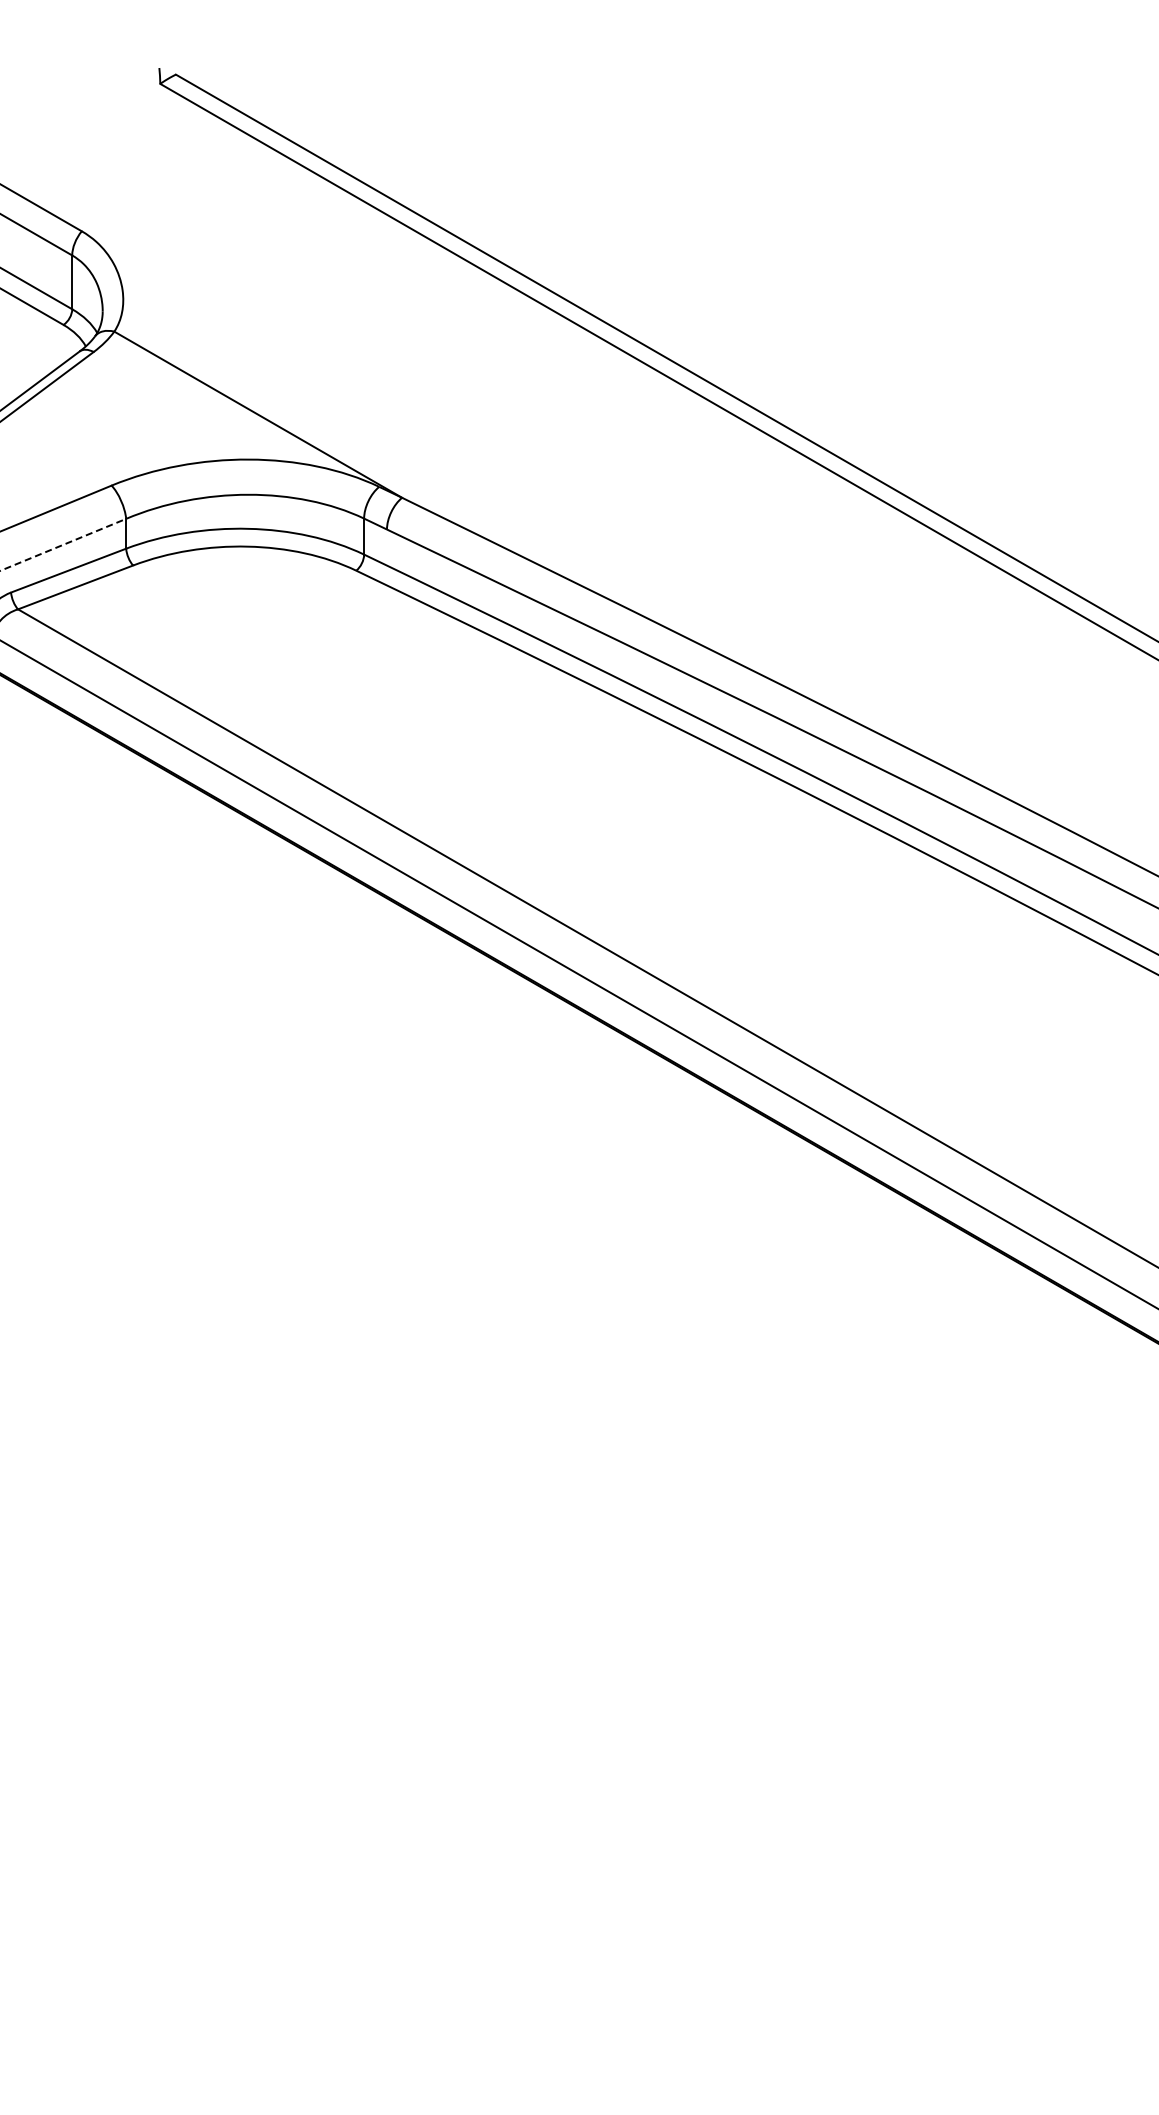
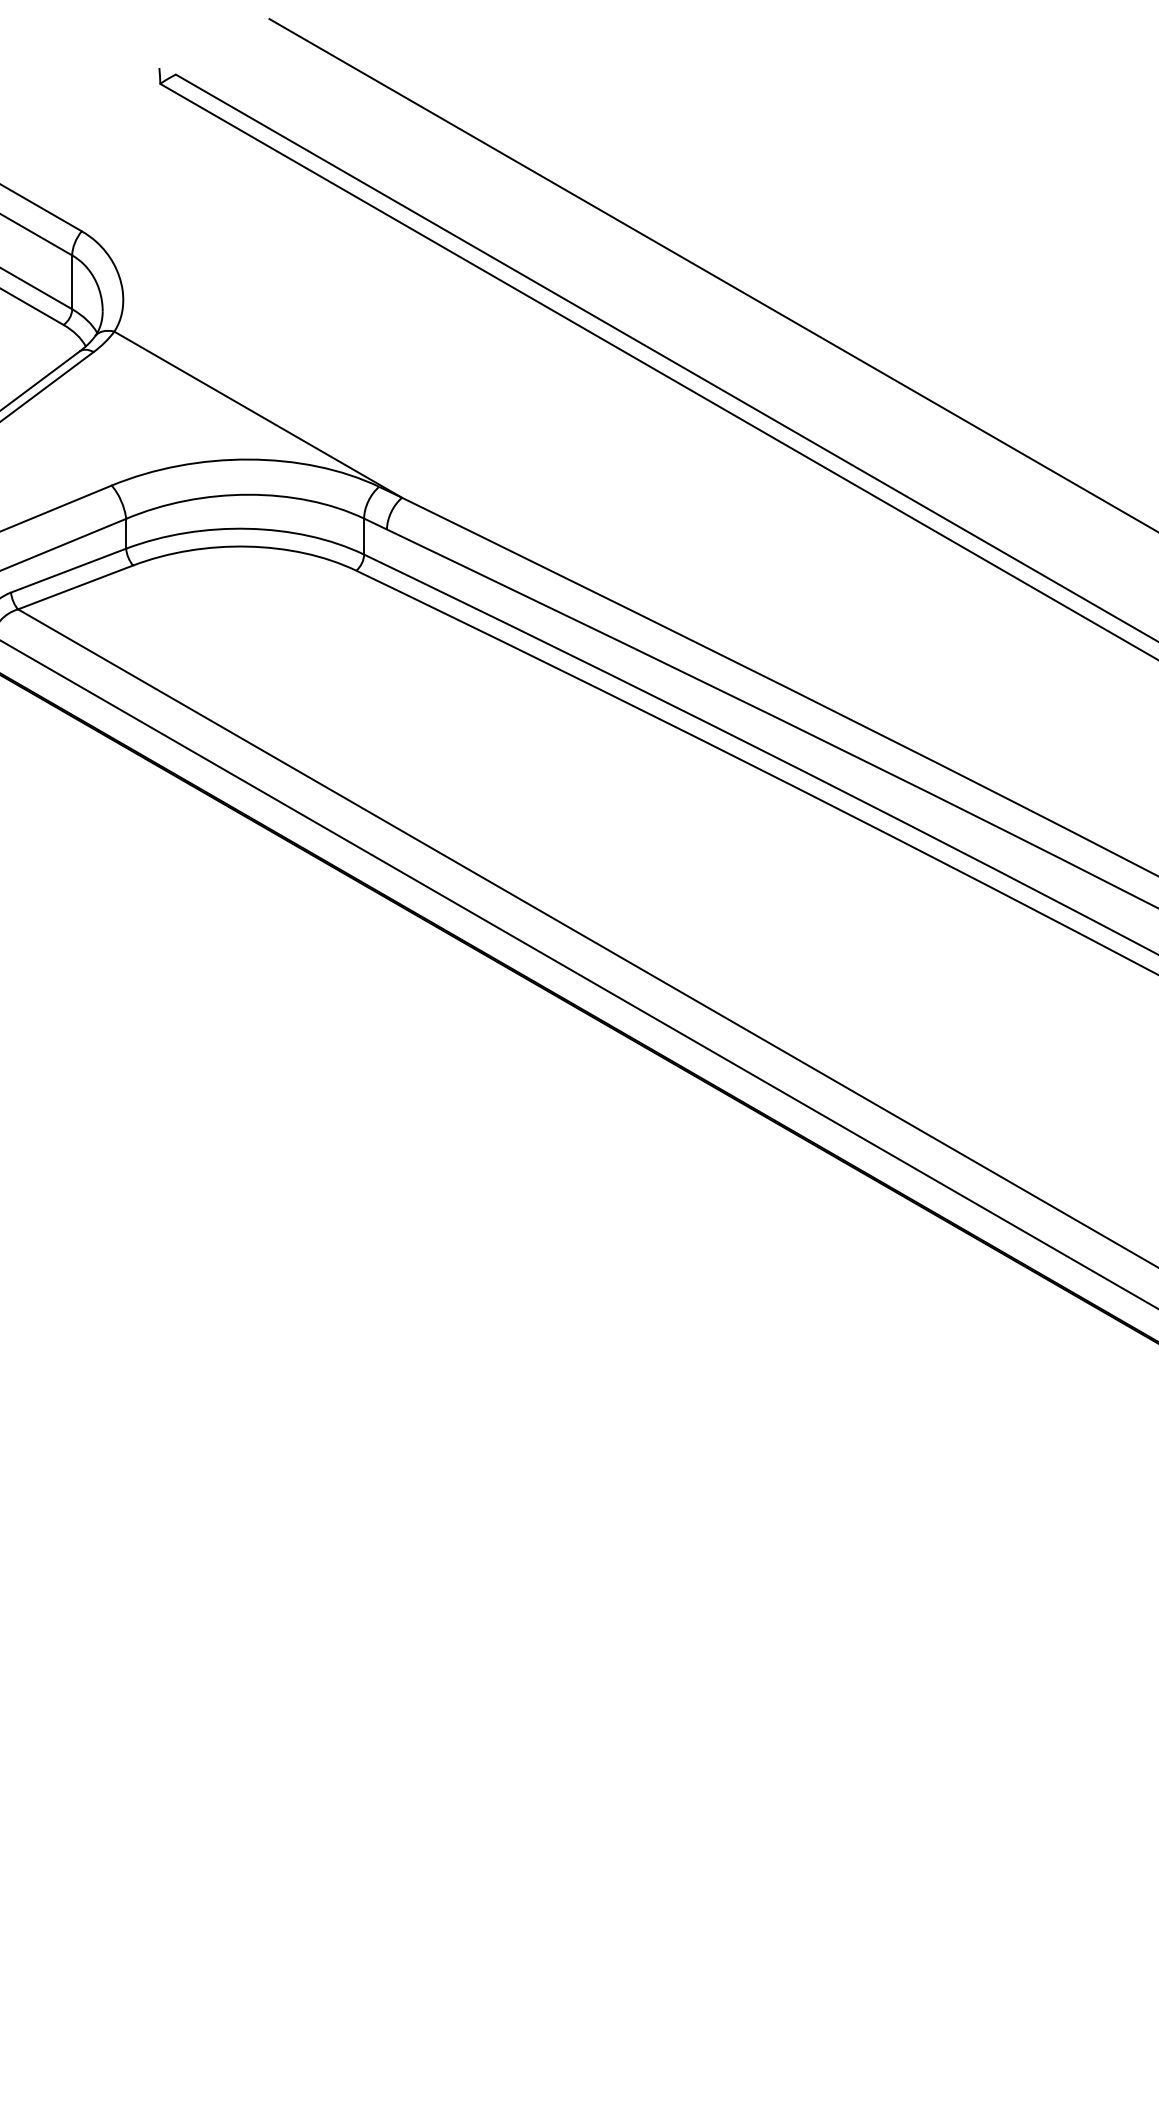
line at (712, 274): none -> present
line at (63, 544): dashed -> solid
